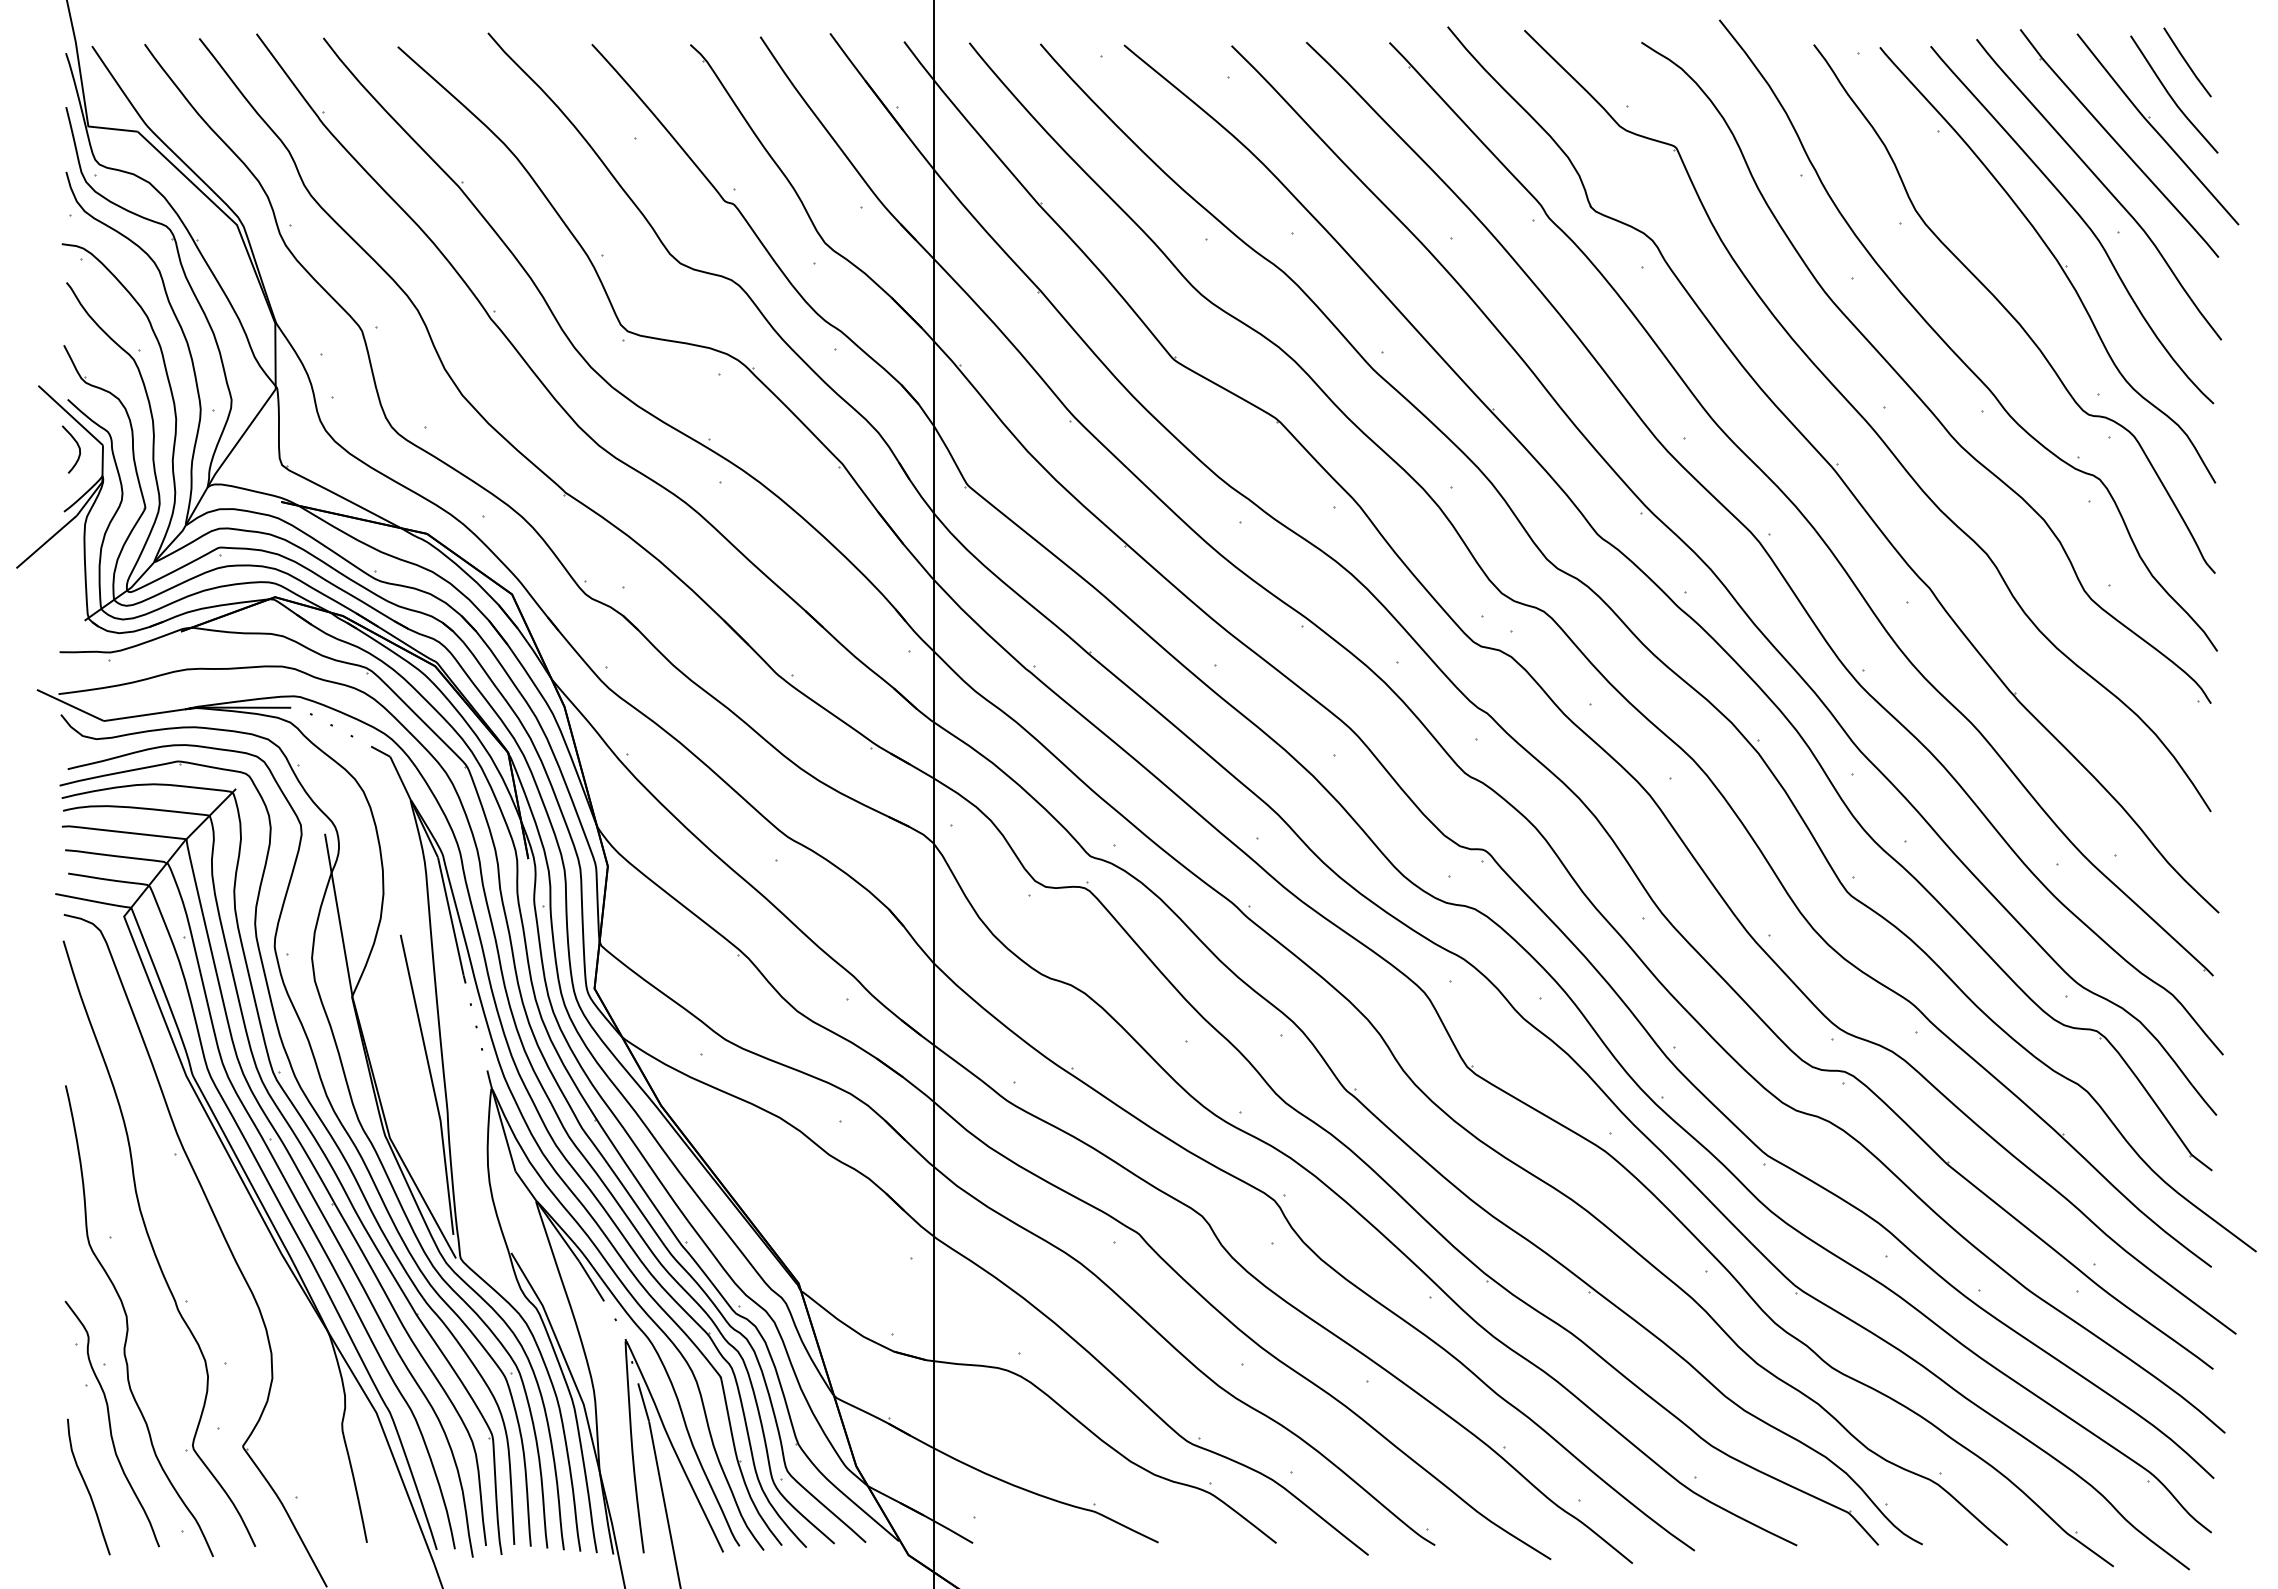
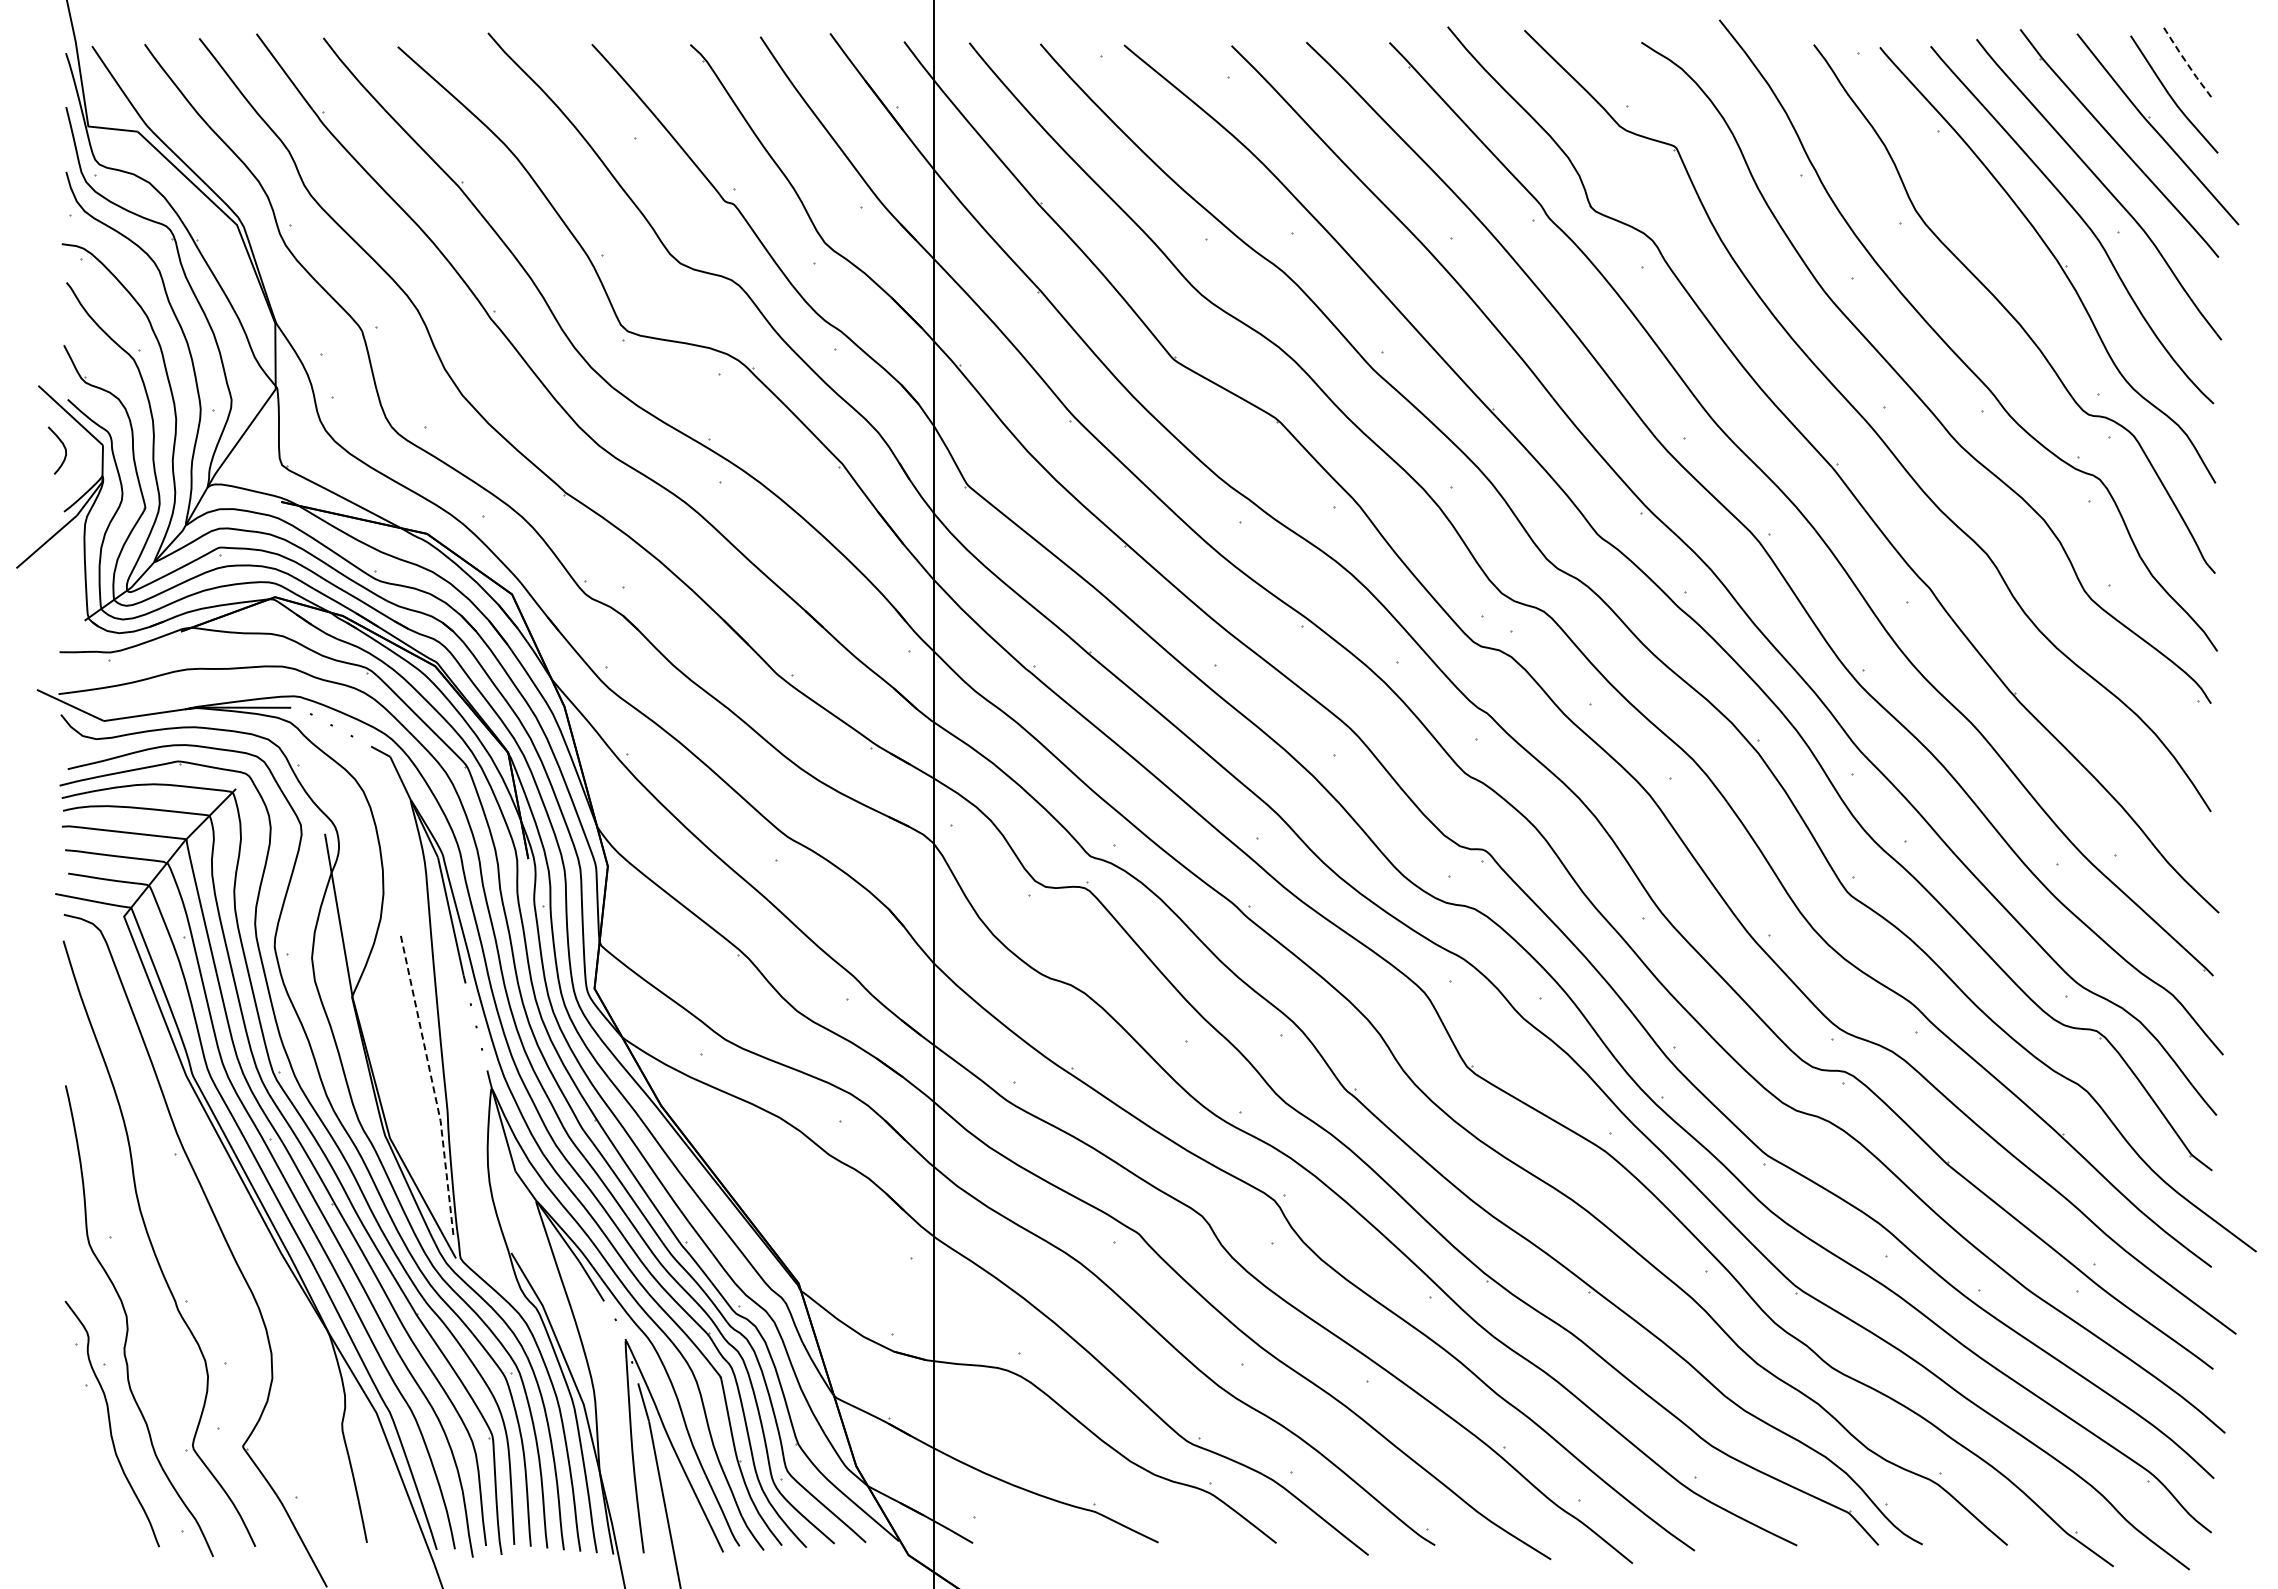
line at (2187, 63): solid -> dashed
curve at (77, 446) position: (77, 446) -> (63, 447)
line at (432, 1083): solid -> dashed
curve at (87, 1486): present -> none
